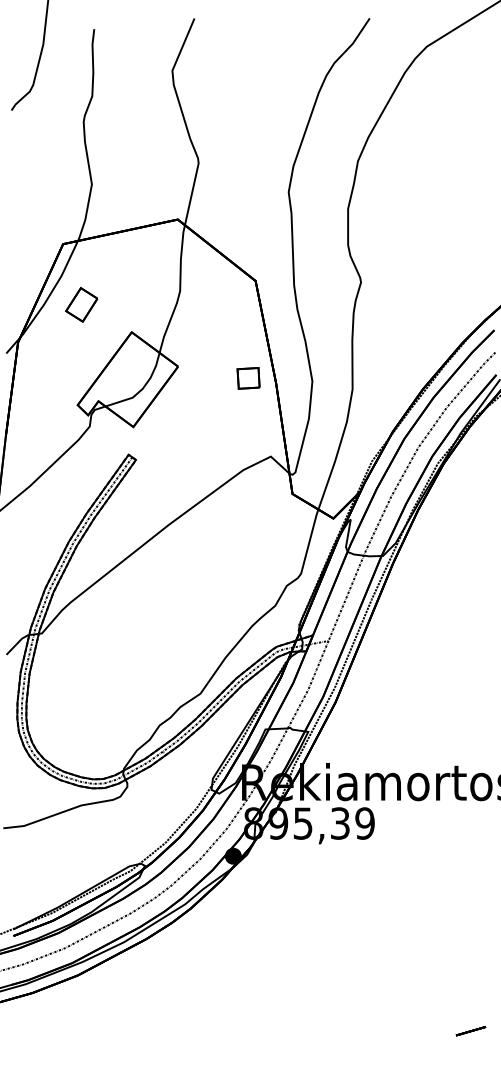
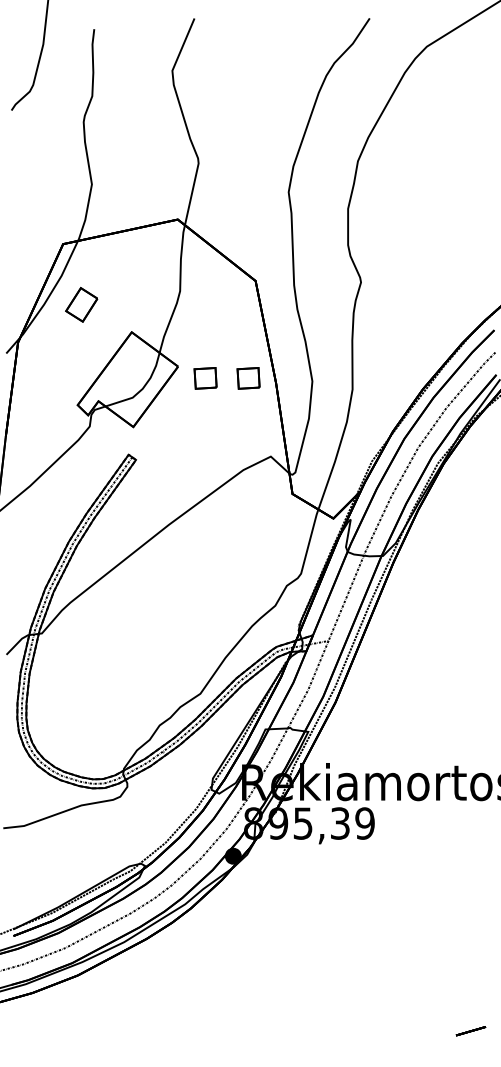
part at (205, 378): none -> present
